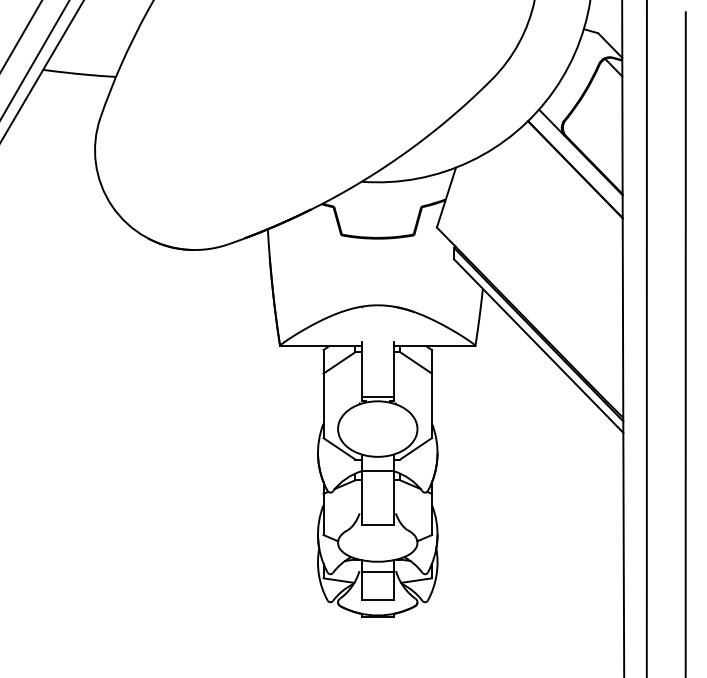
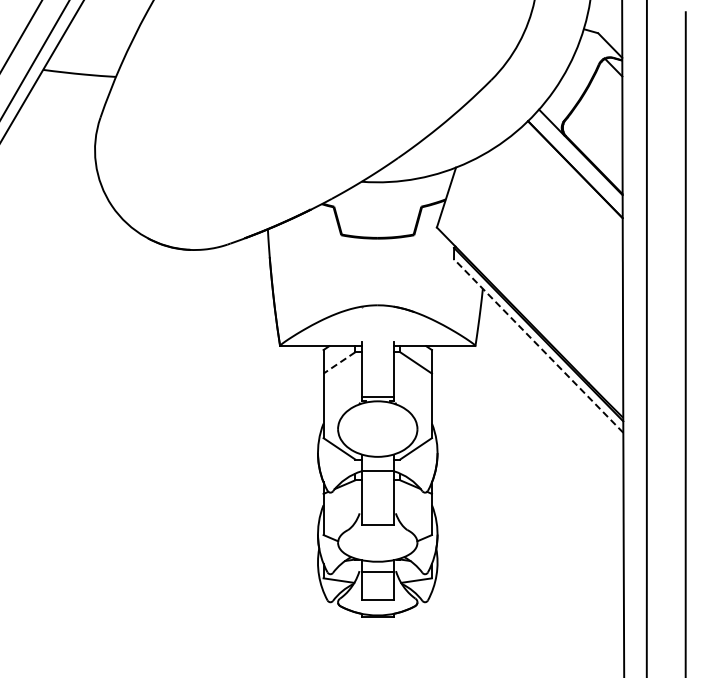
line at (538, 345): solid -> dashed
line at (339, 363): solid -> dashed
